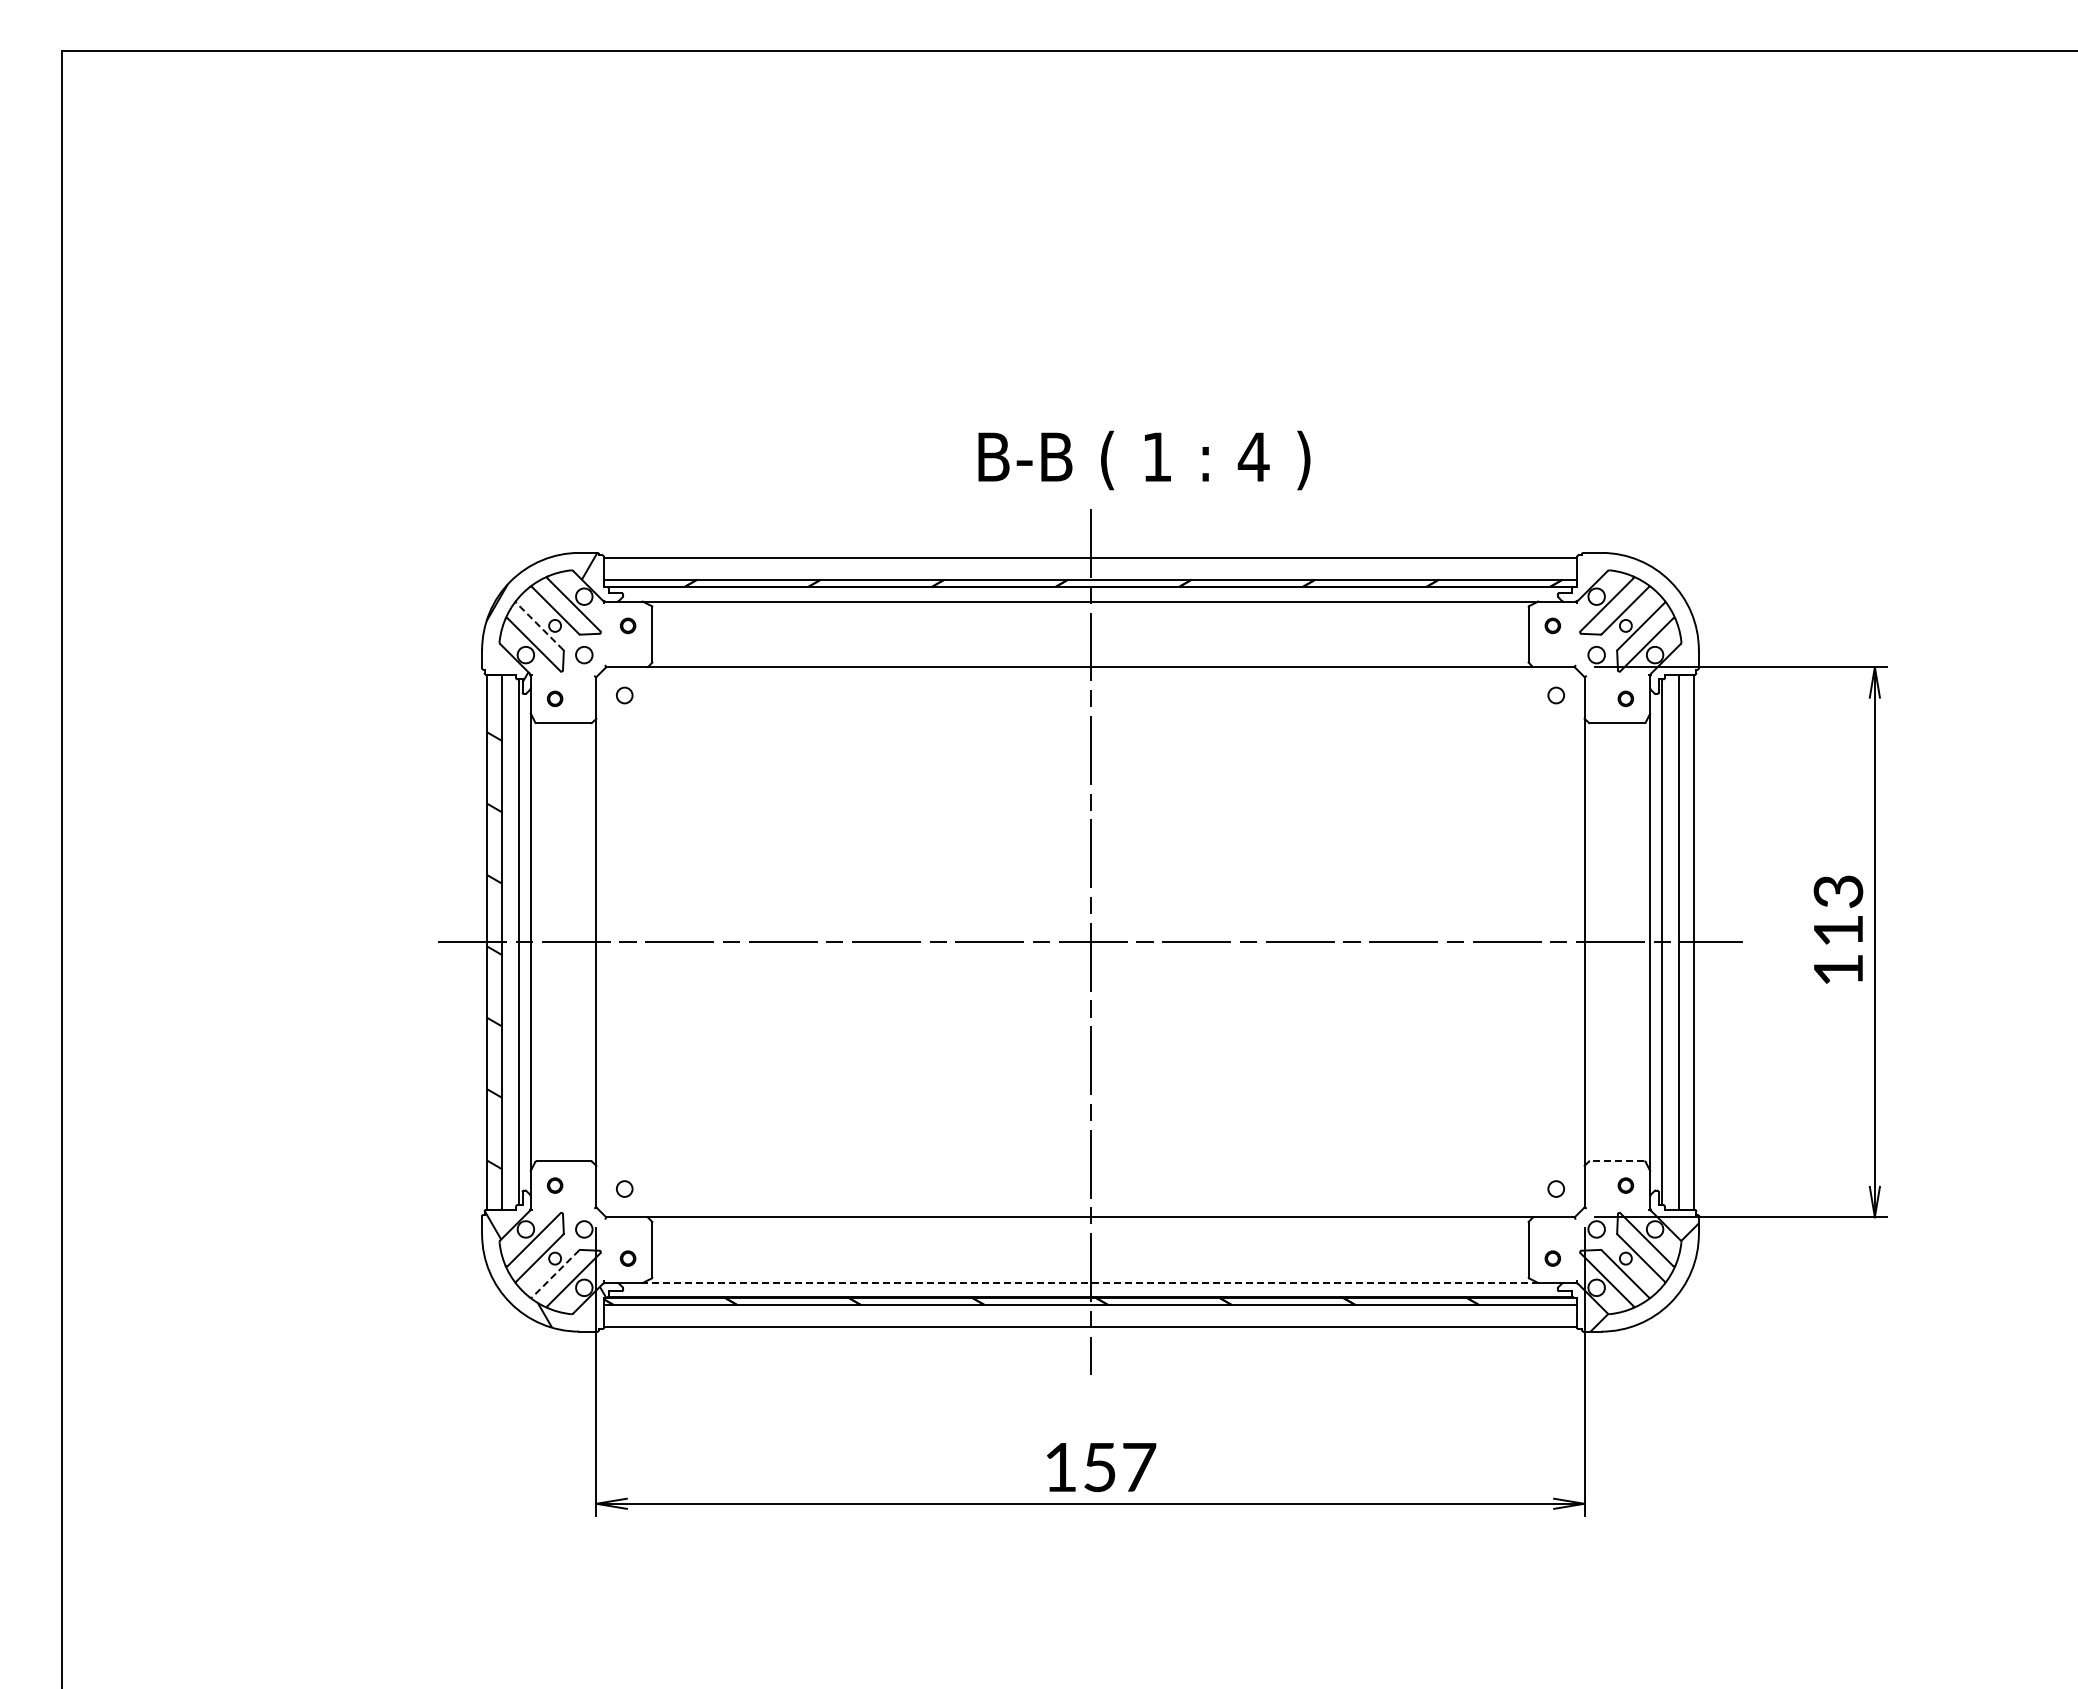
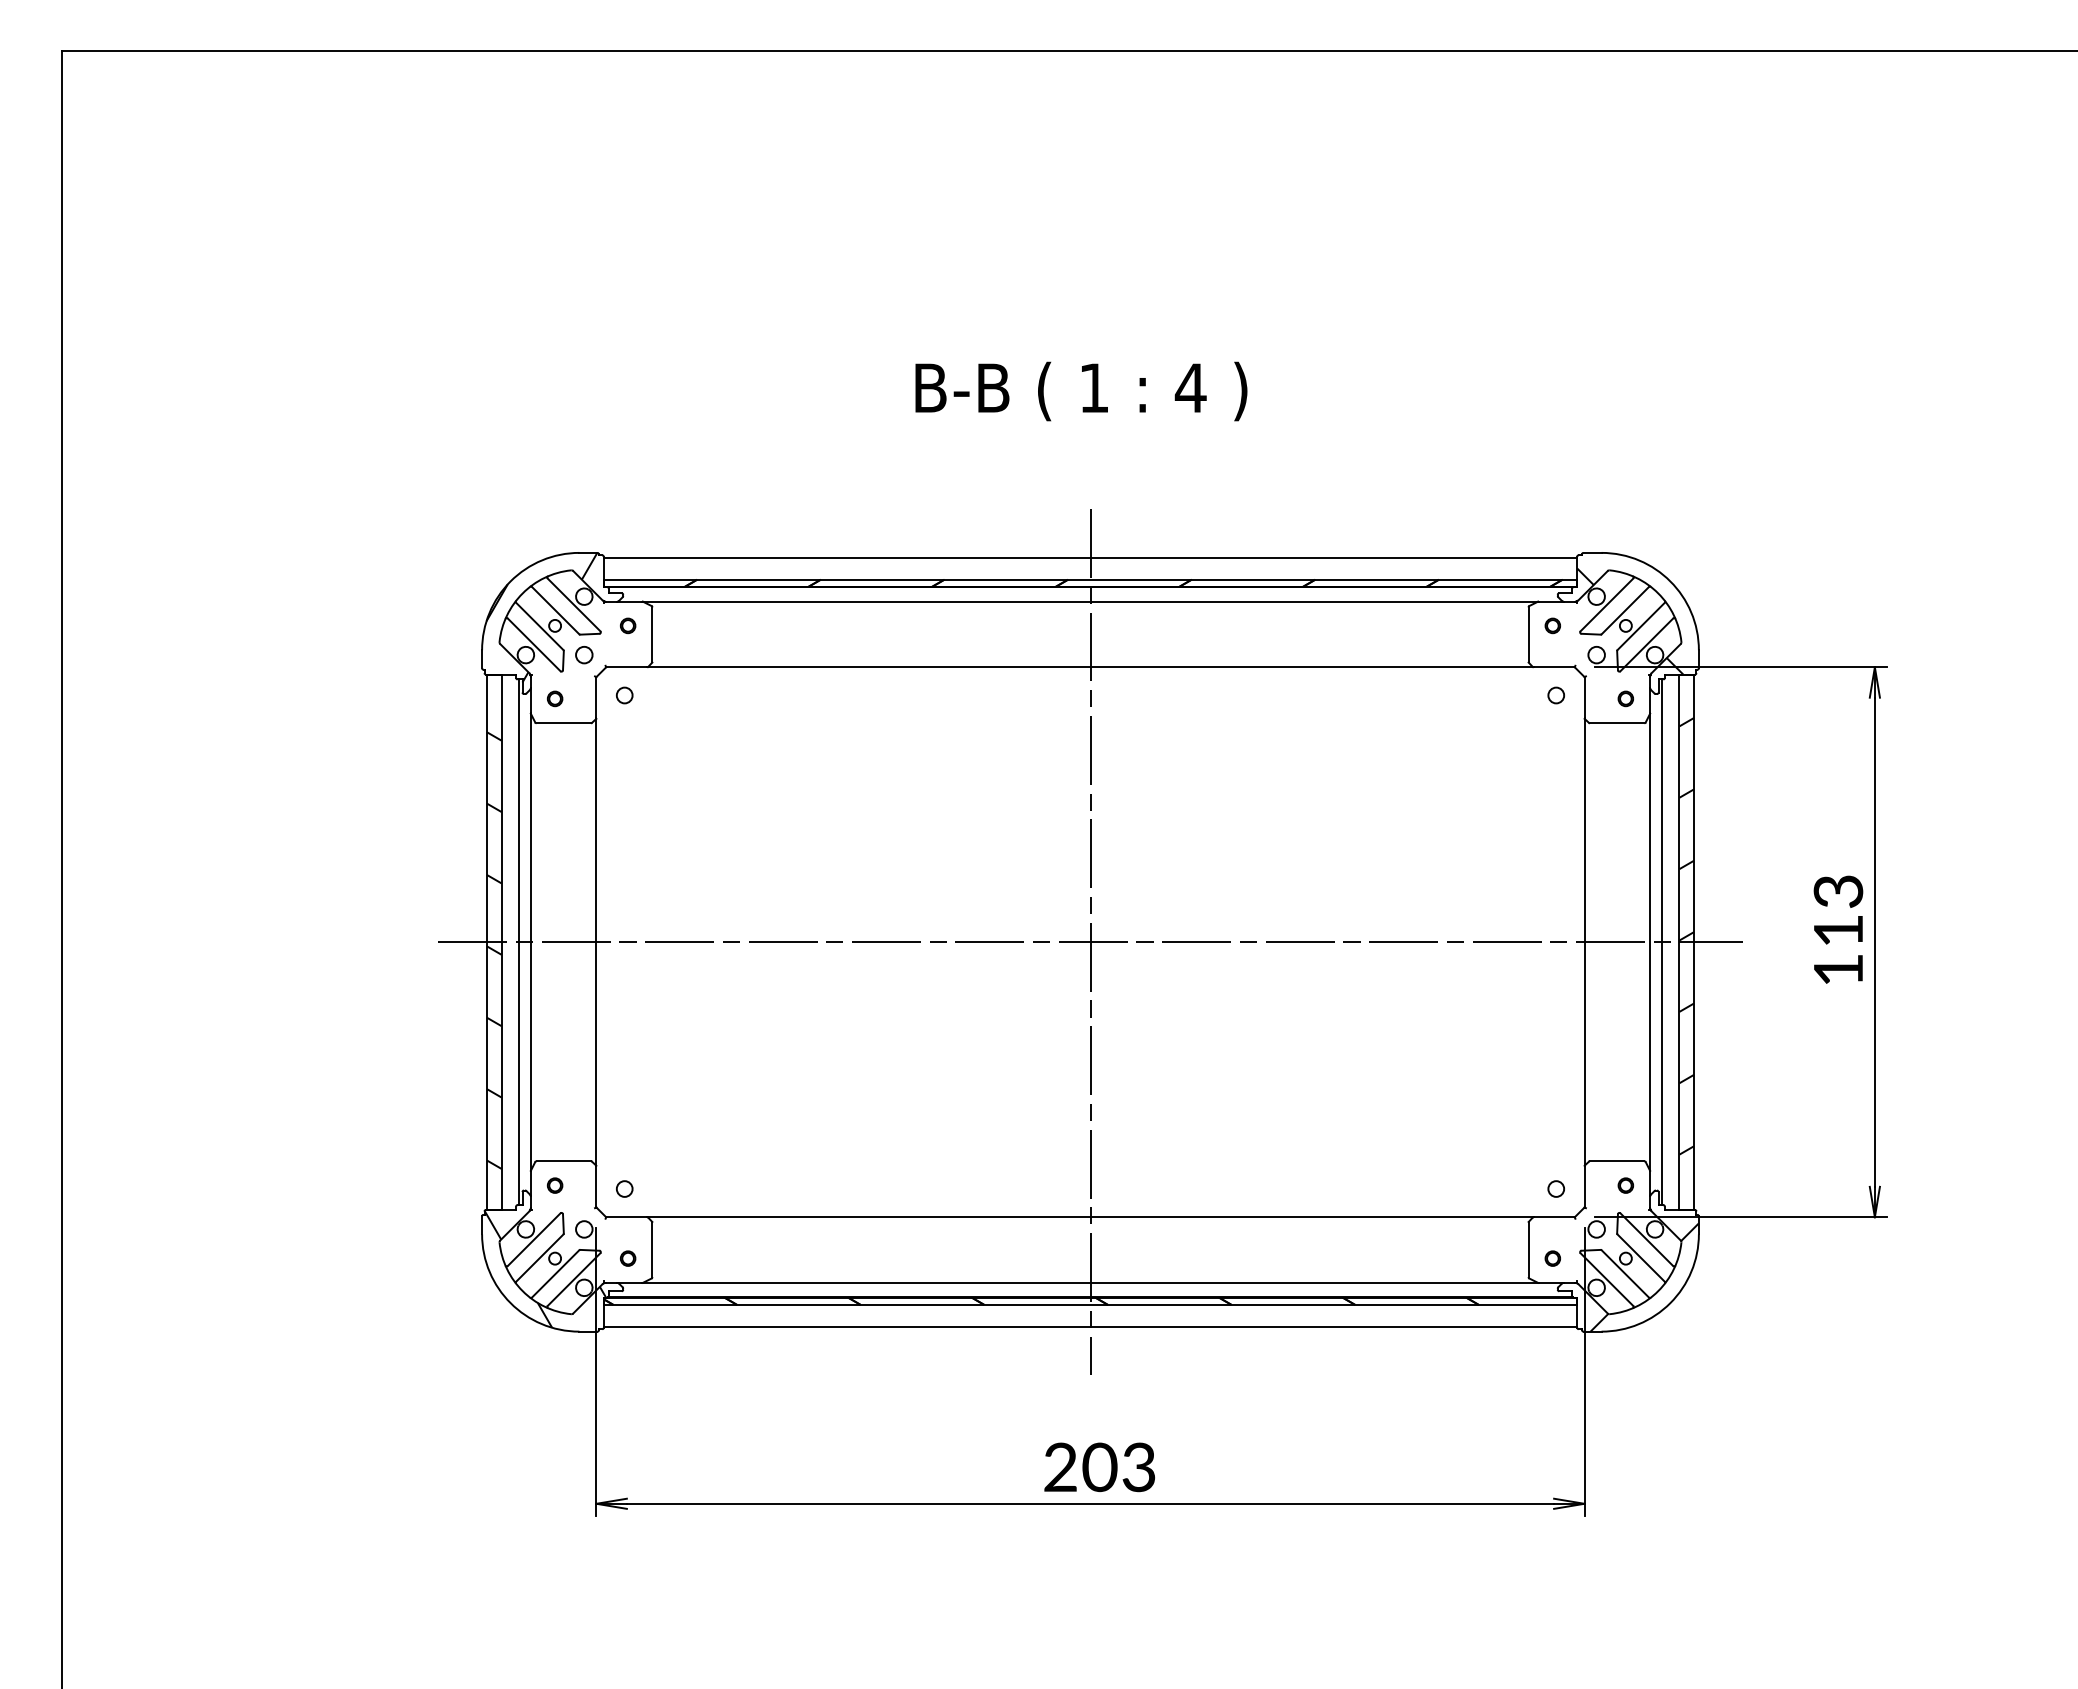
text at (1144, 460) position: (1144, 460) -> (1081, 391)
hatch at (1630, 621): none -> present
line at (539, 626): dashed -> solid
hatch at (1686, 935): none -> present
line at (1616, 1161): dashed -> solid
line at (555, 1274): dashed -> solid
line at (1089, 1282): dashed -> solid
text at (1100, 1467): 157 -> 203
